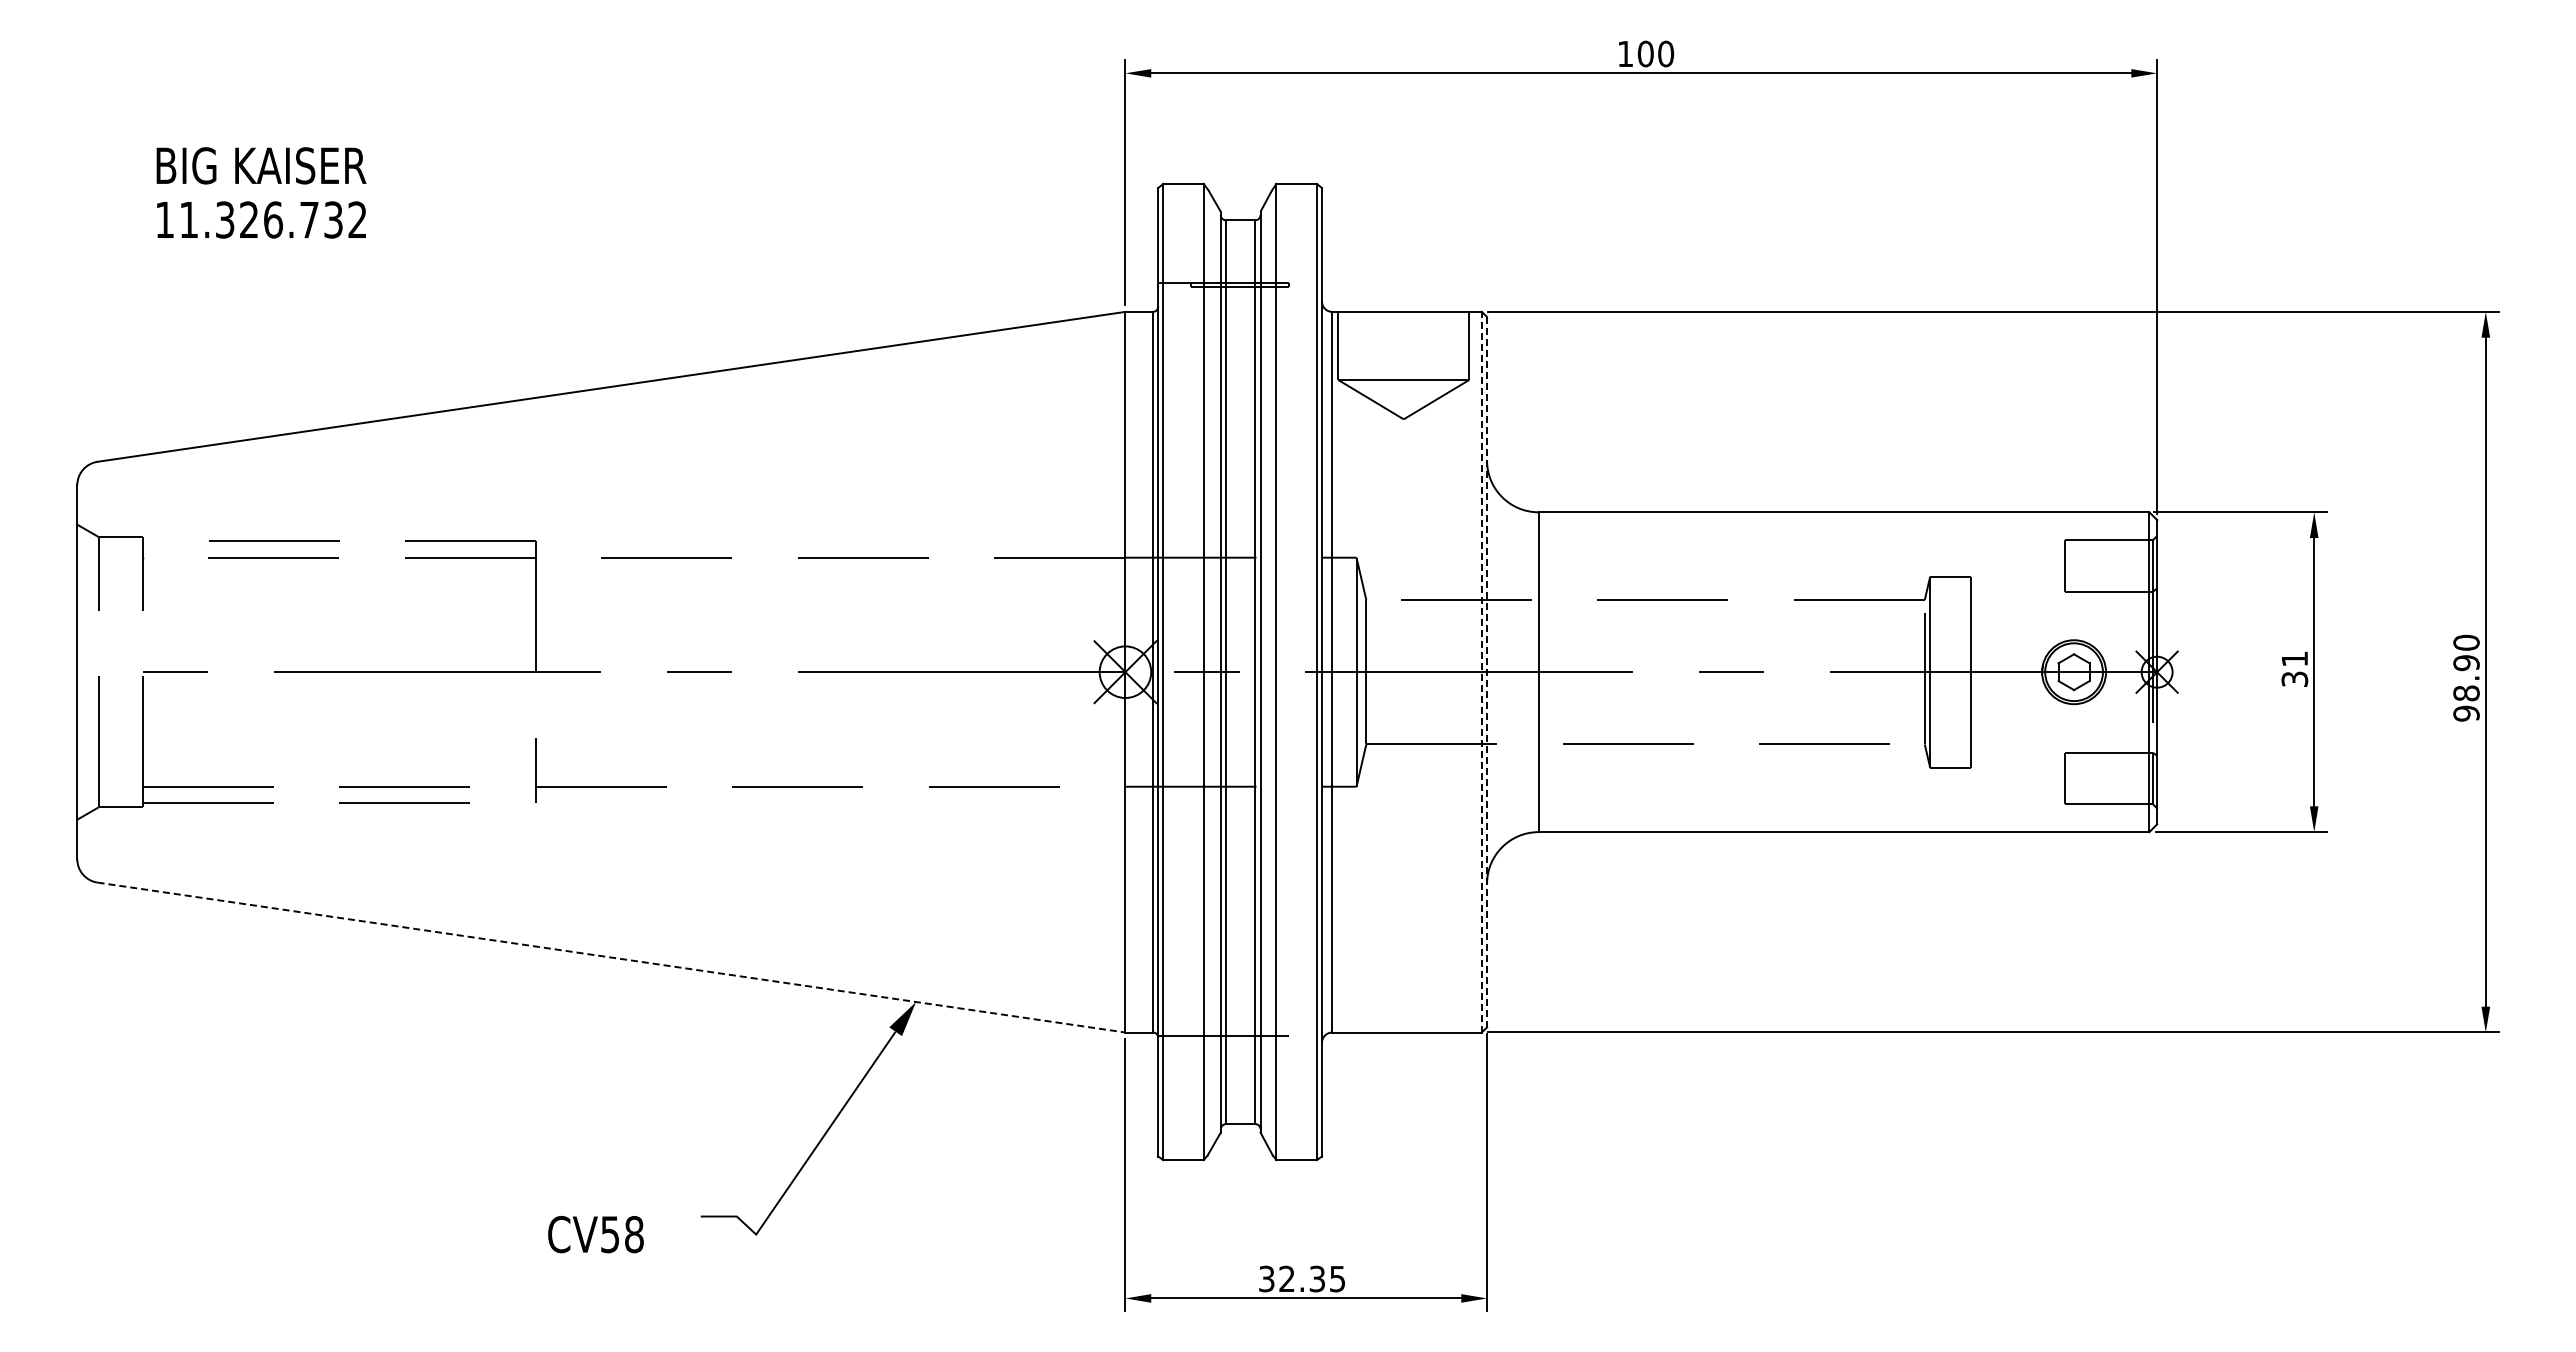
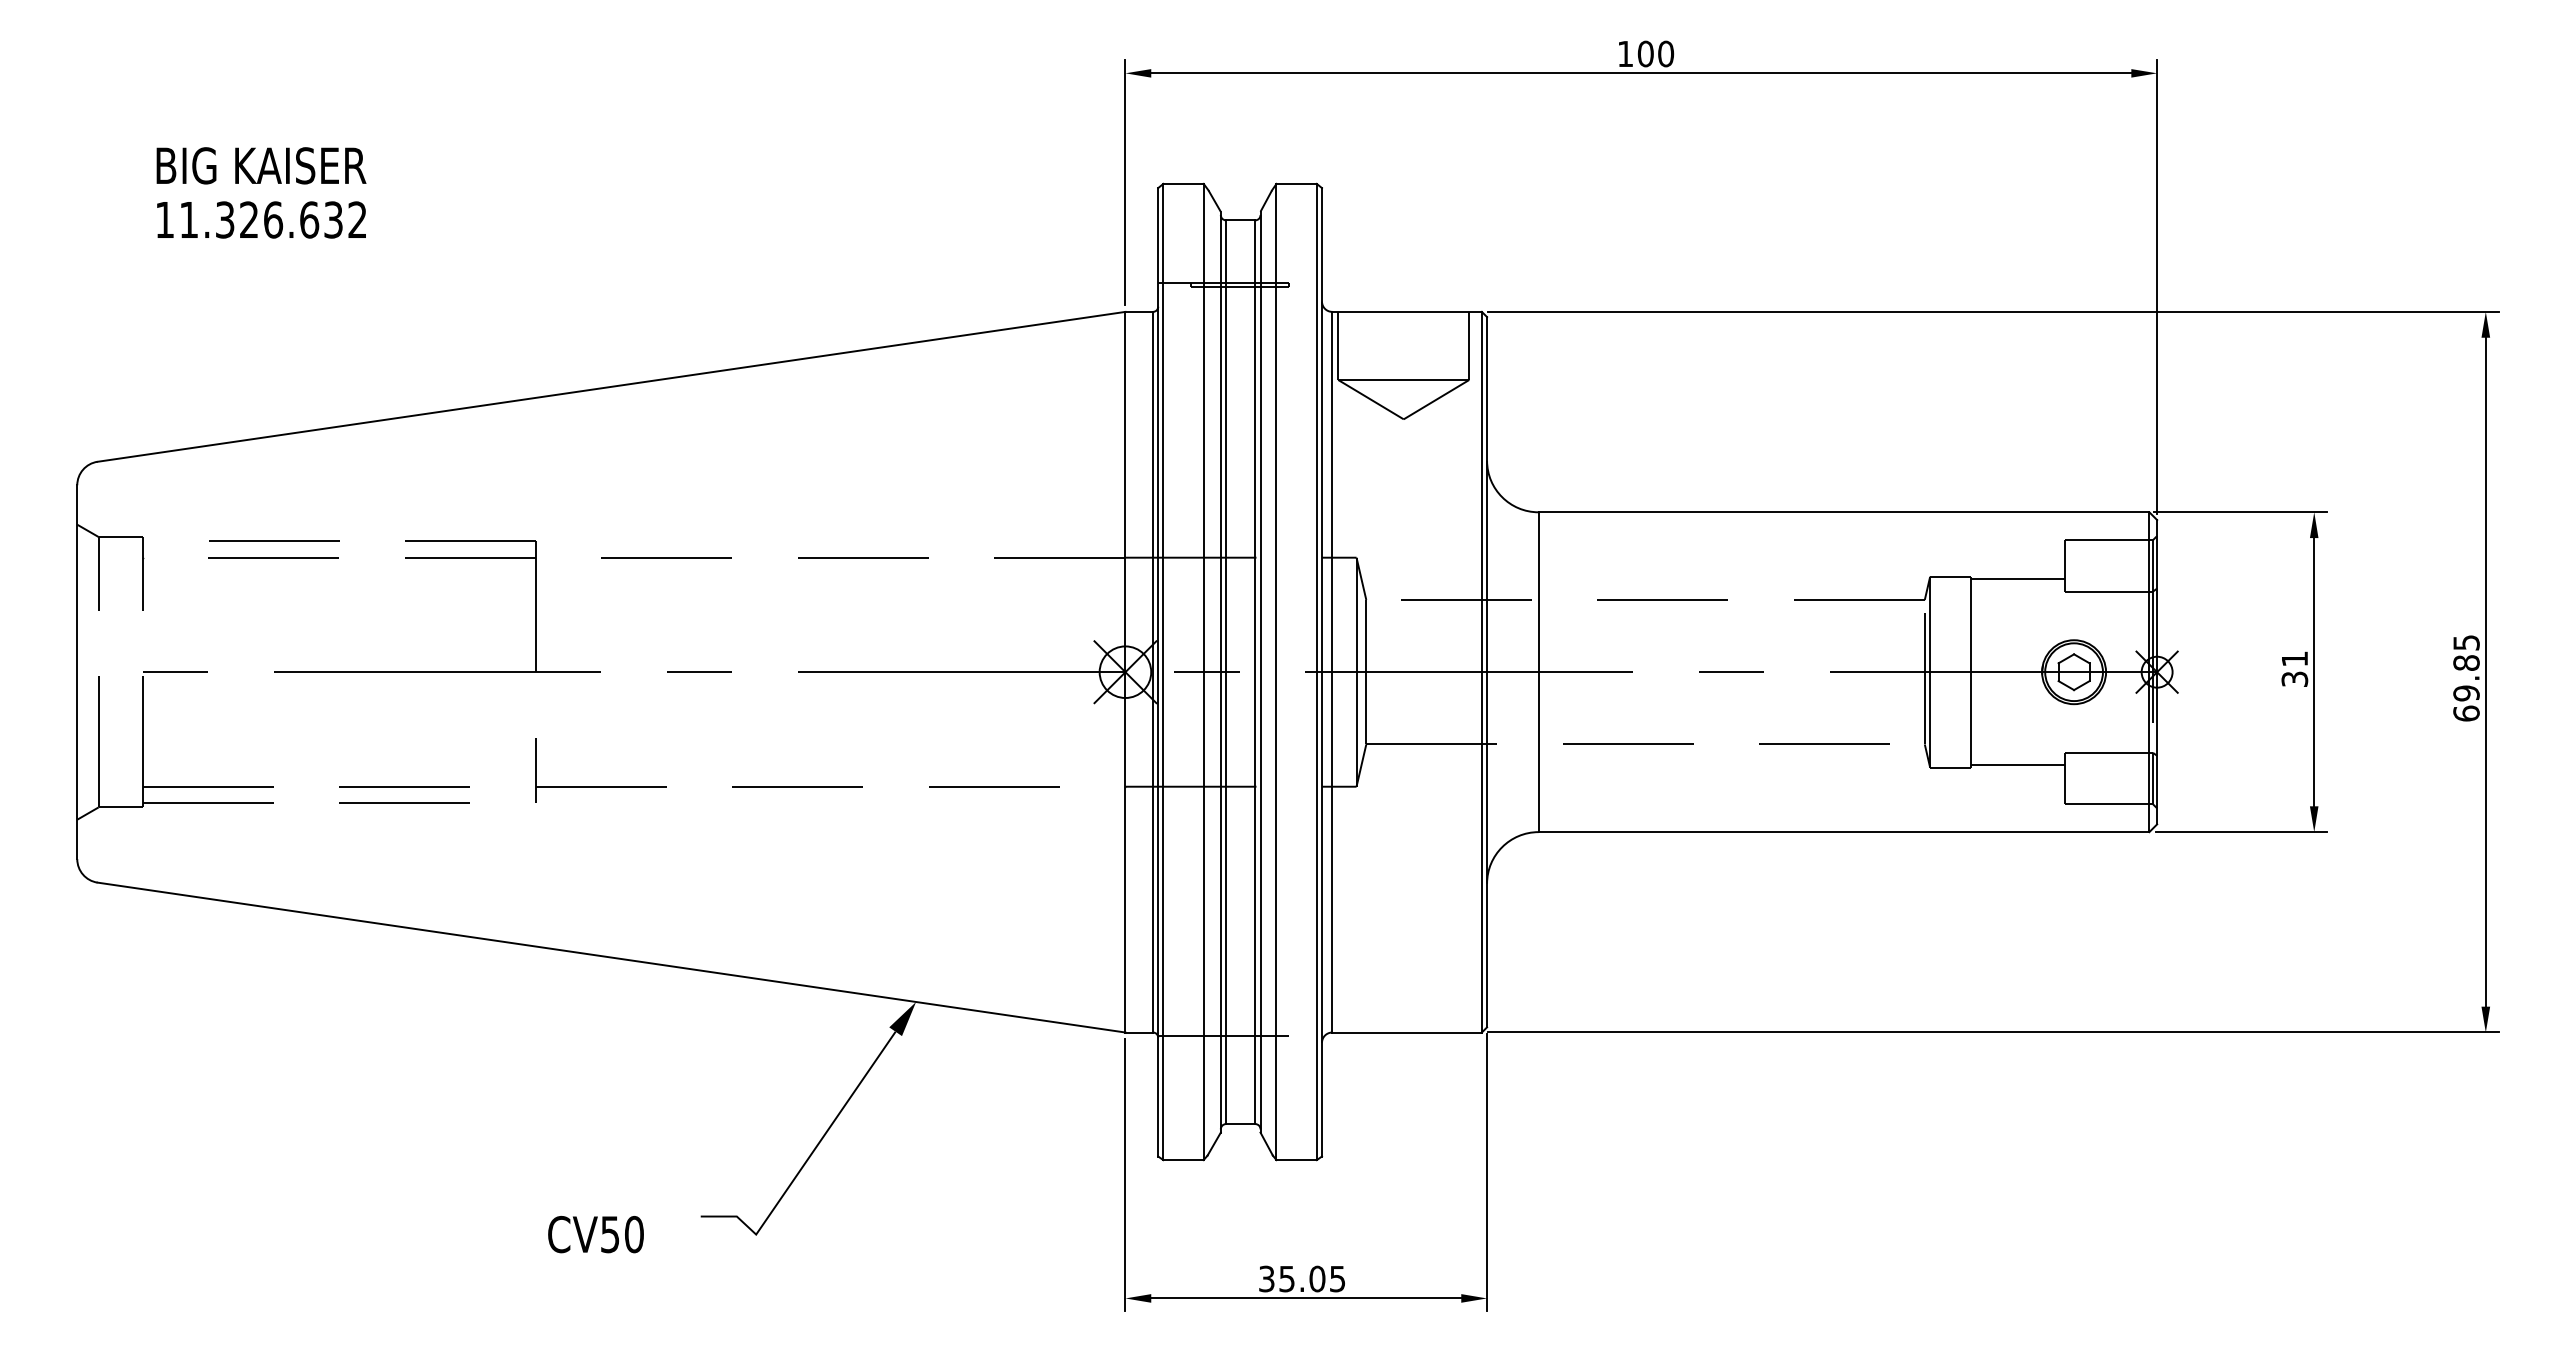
text at (309, 219): 11.326.732 -> 11.326.632
line at (2018, 579): none -> present
line at (1481, 671): dashed -> solid
line at (1487, 672): dashed -> solid
text at (2466, 677): 98.90 -> 69.85
line at (2018, 765): none -> present
line at (612, 957): dashed -> solid
text at (634, 1234): CV58 -> CV50
text at (1302, 1278): 32.35 -> 35.05
